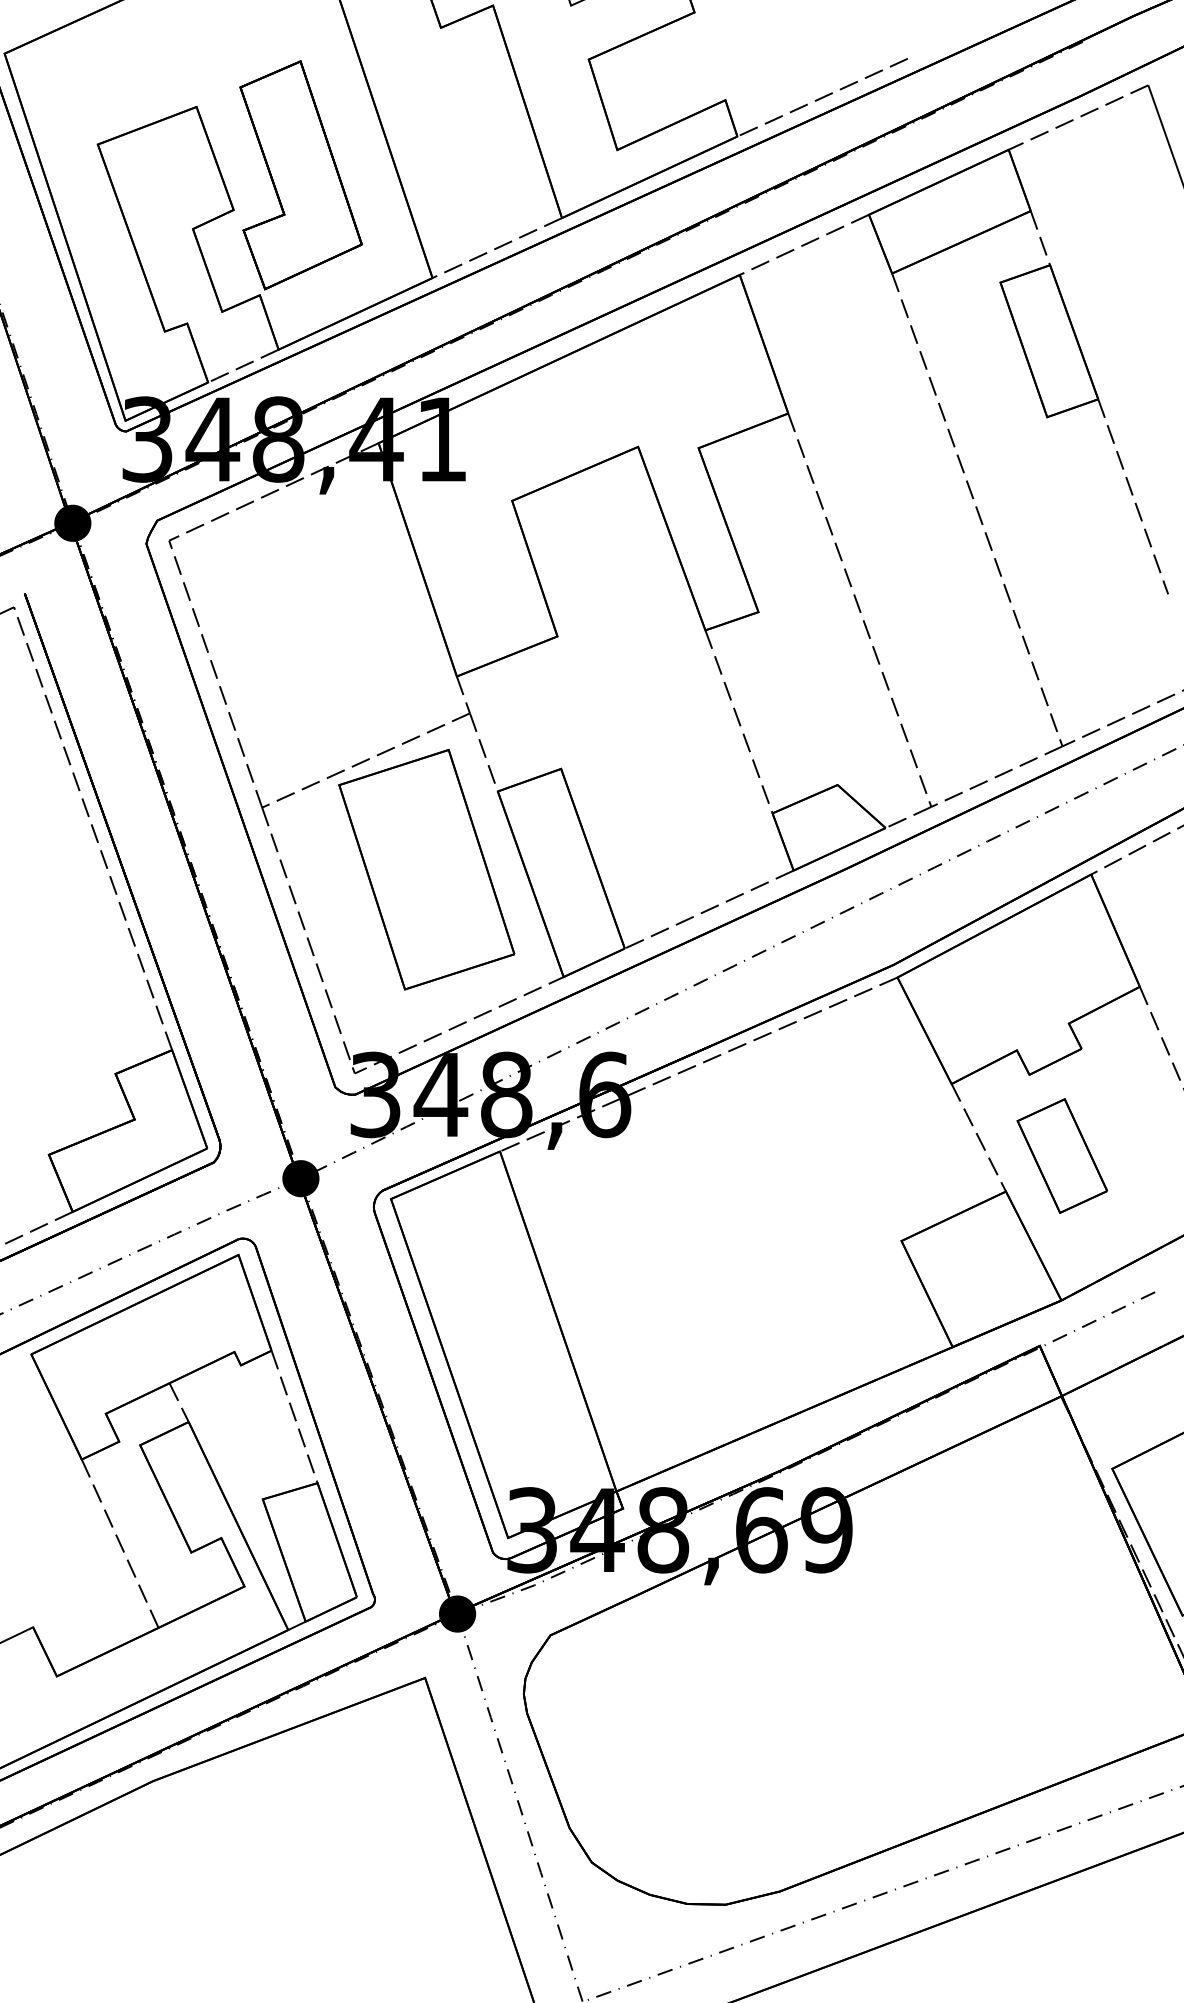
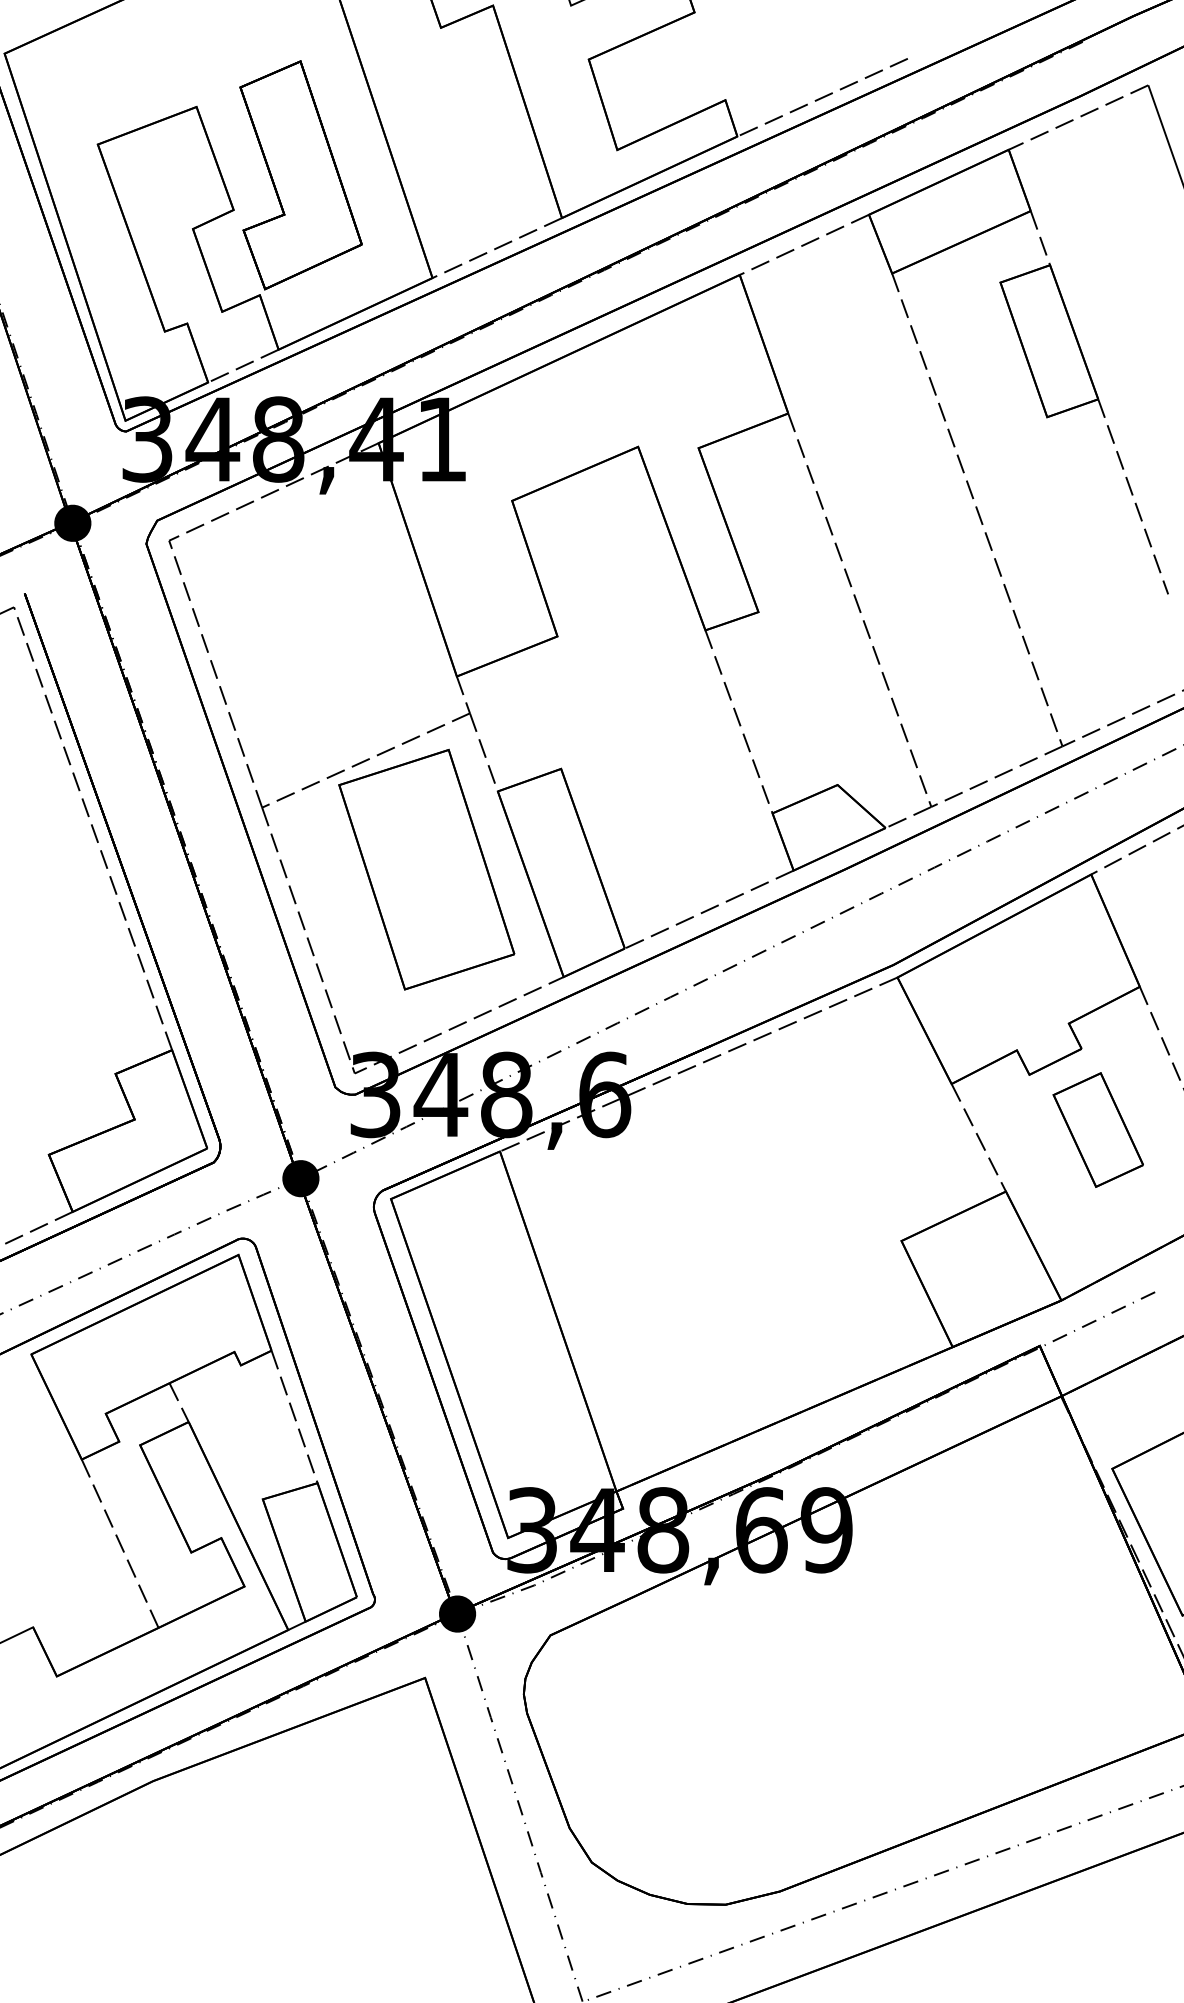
part at (1061, 1155) position: (1061, 1155) -> (1097, 1129)
